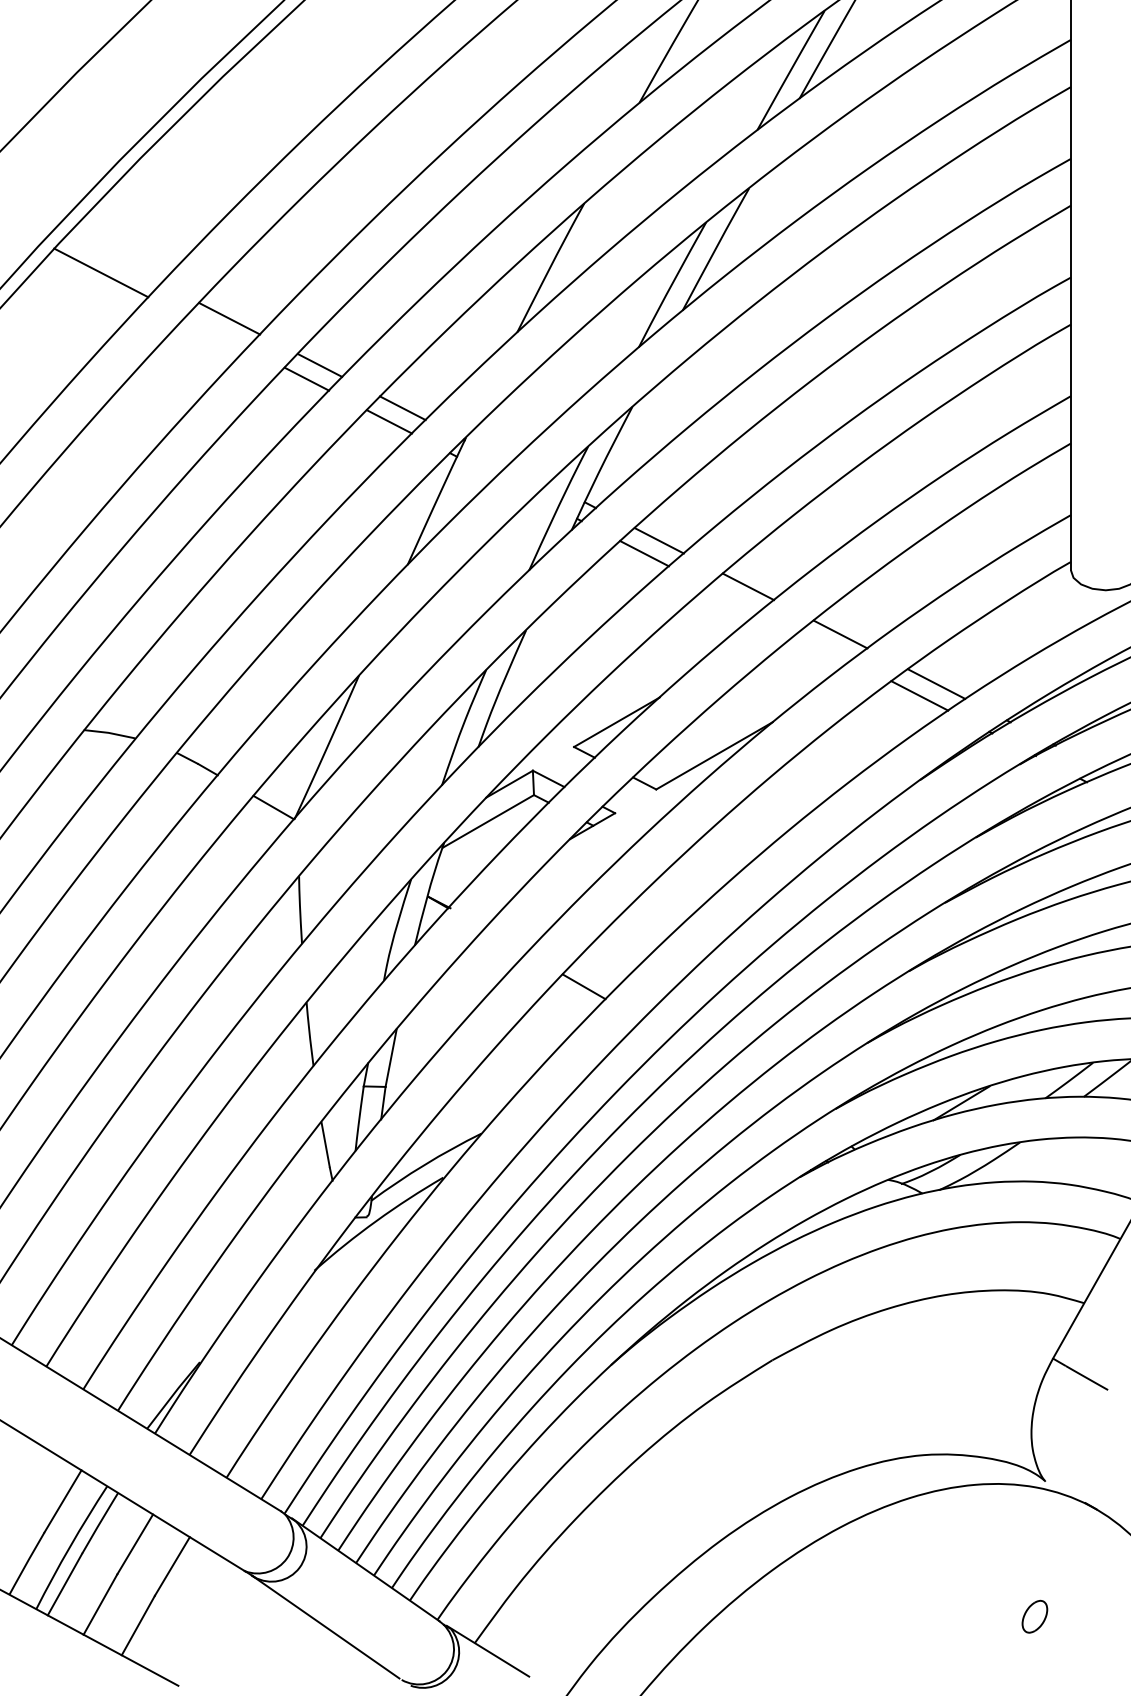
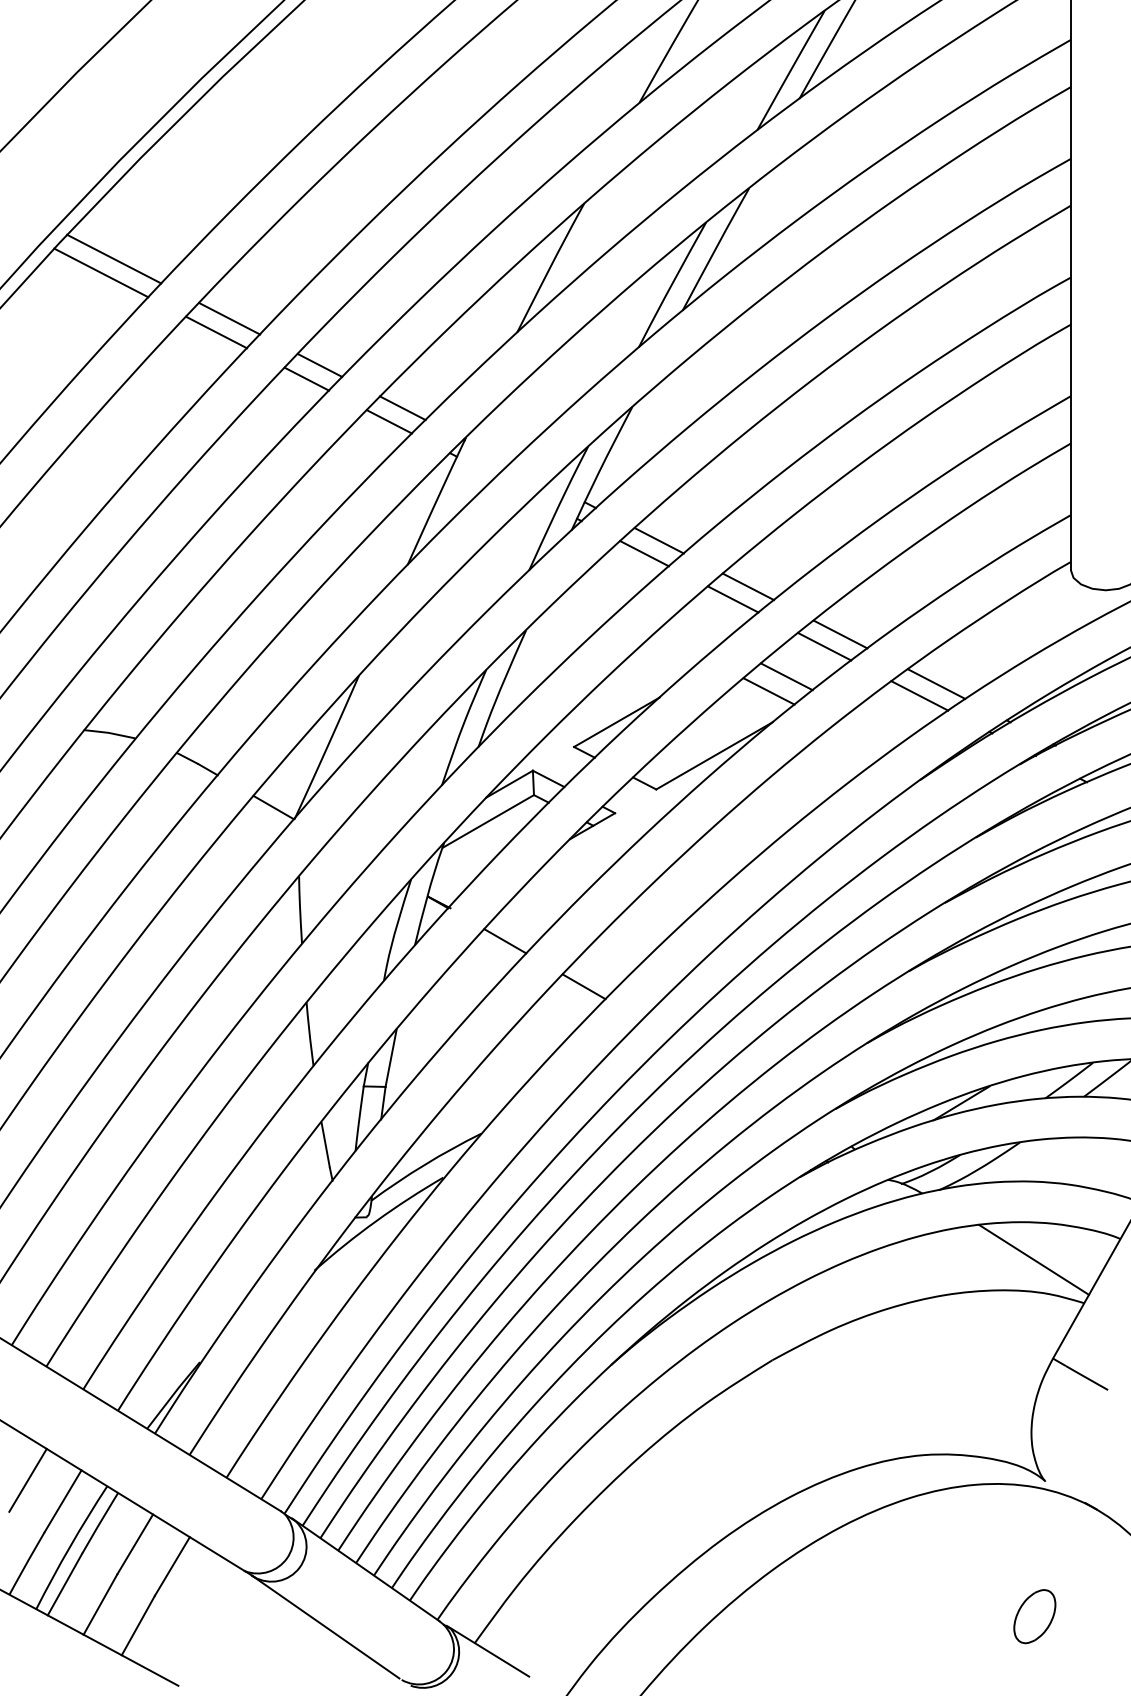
line at (114, 258): none -> present
line at (216, 332): none -> present
line at (733, 599): none -> present
line at (824, 646): none -> present
line at (786, 676): none -> present
line at (768, 691): none -> present
line at (505, 941): none -> present
line at (1034, 1259): none -> present
line at (27, 1479): none -> present
part at (1034, 1616) size: 28x35 px -> 44x56 px
